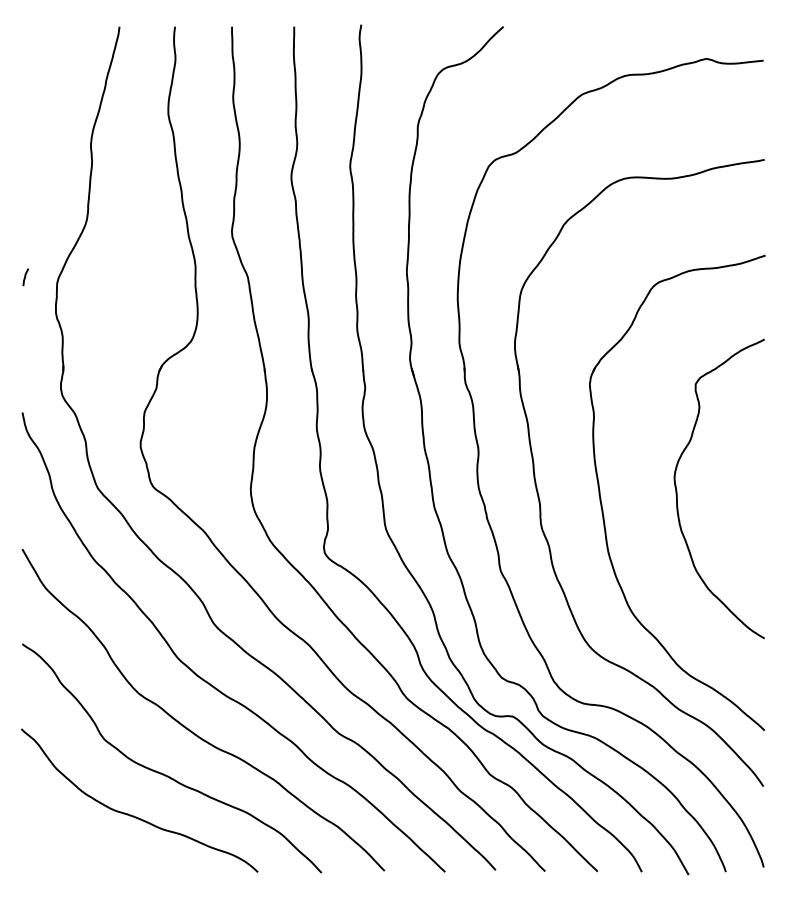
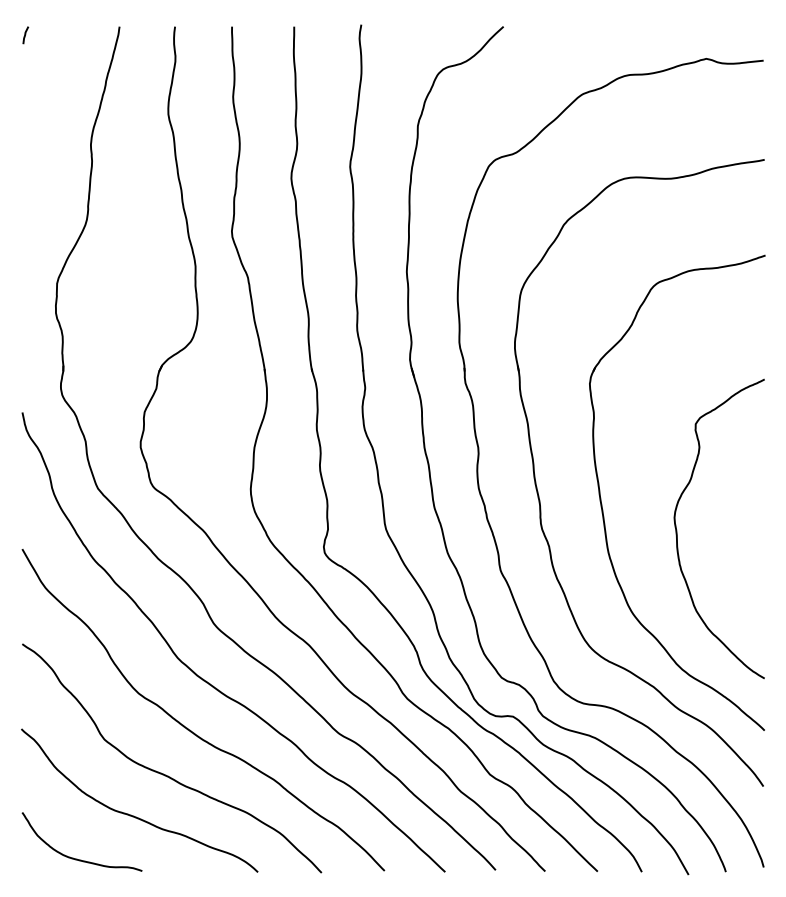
curve at (25, 277) position: (25, 277) -> (25, 35)
curve at (677, 490) position: (677, 490) -> (677, 530)
curve at (77, 858): none -> present
